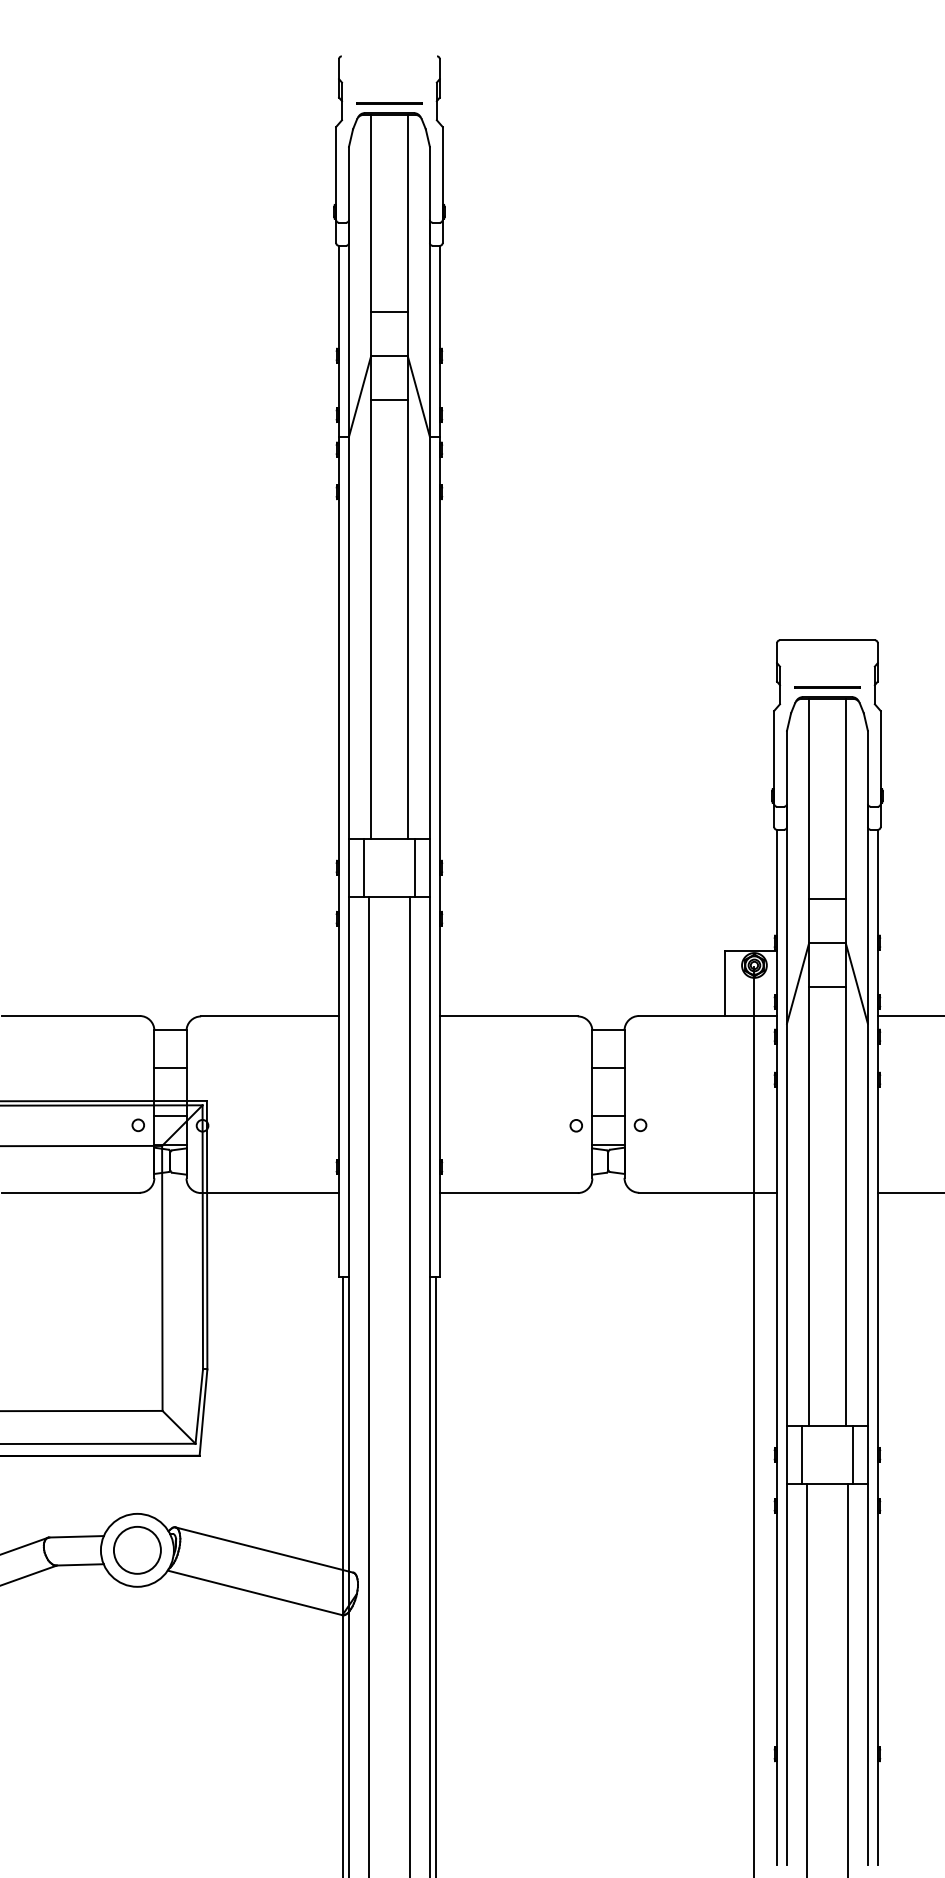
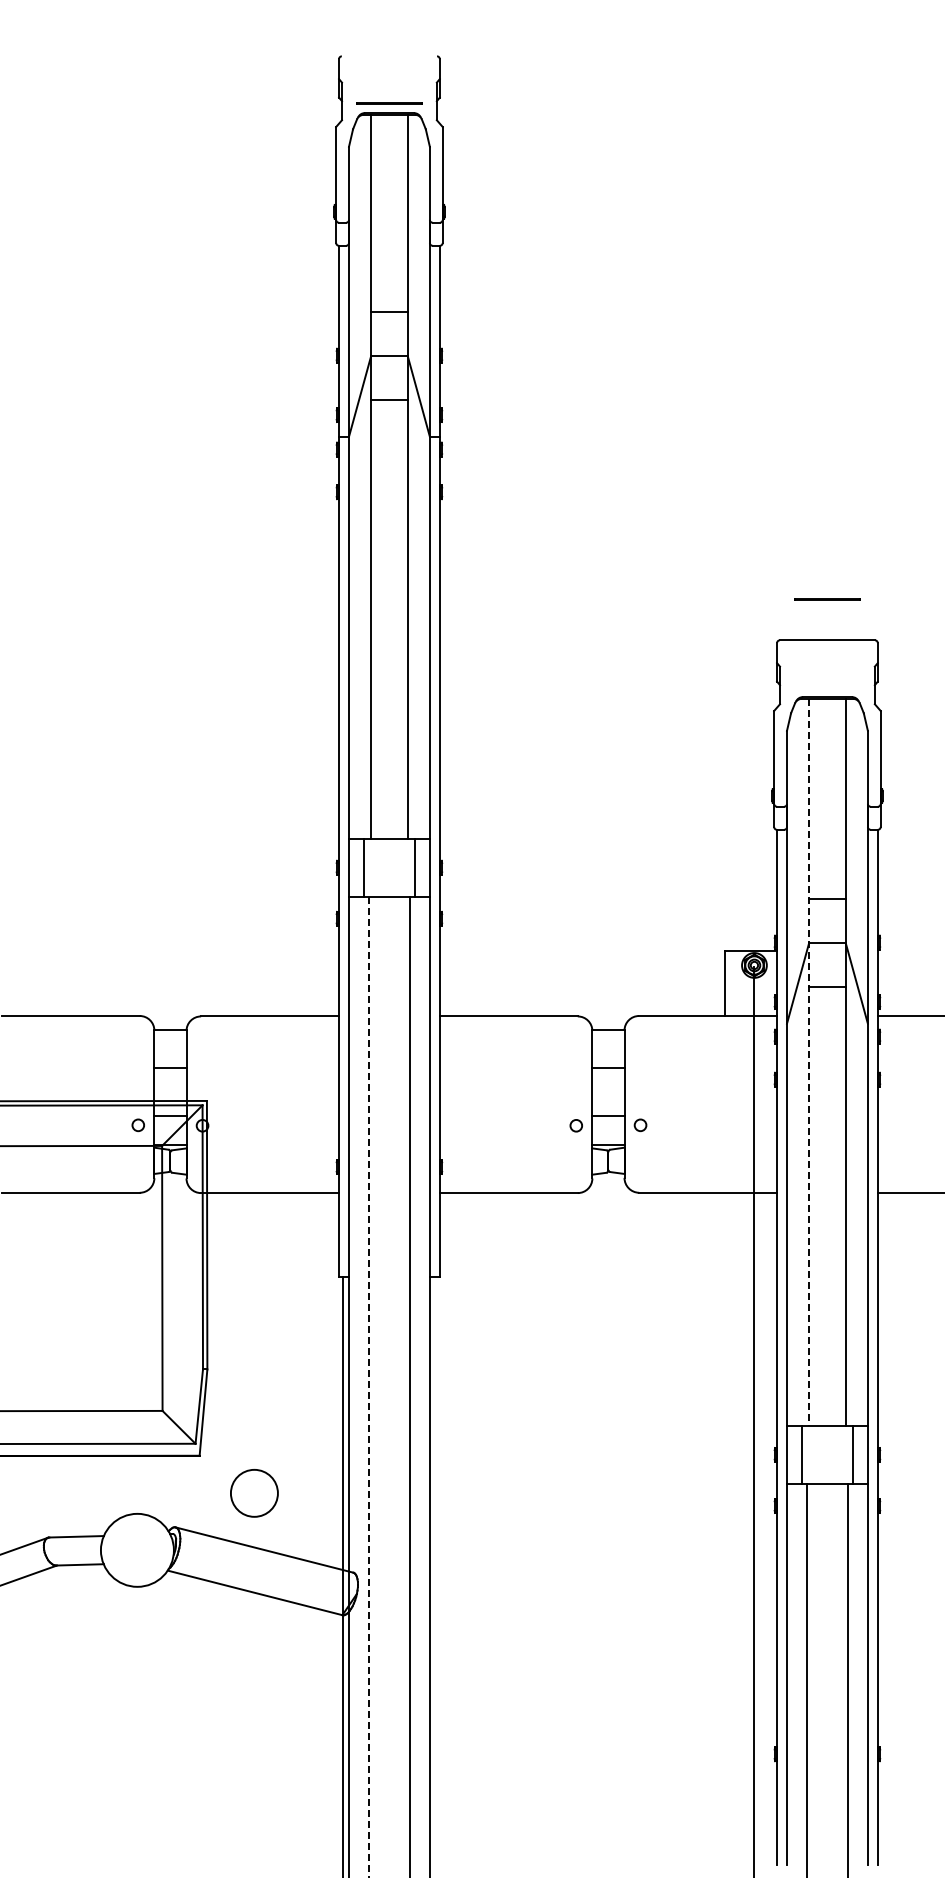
line at (827, 687) position: (827, 687) -> (827, 599)
line at (809, 1062): solid -> dashed
line at (369, 1387): solid -> dashed
circle at (137, 1550) position: (137, 1550) -> (254, 1493)
line at (436, 1575): present -> none
